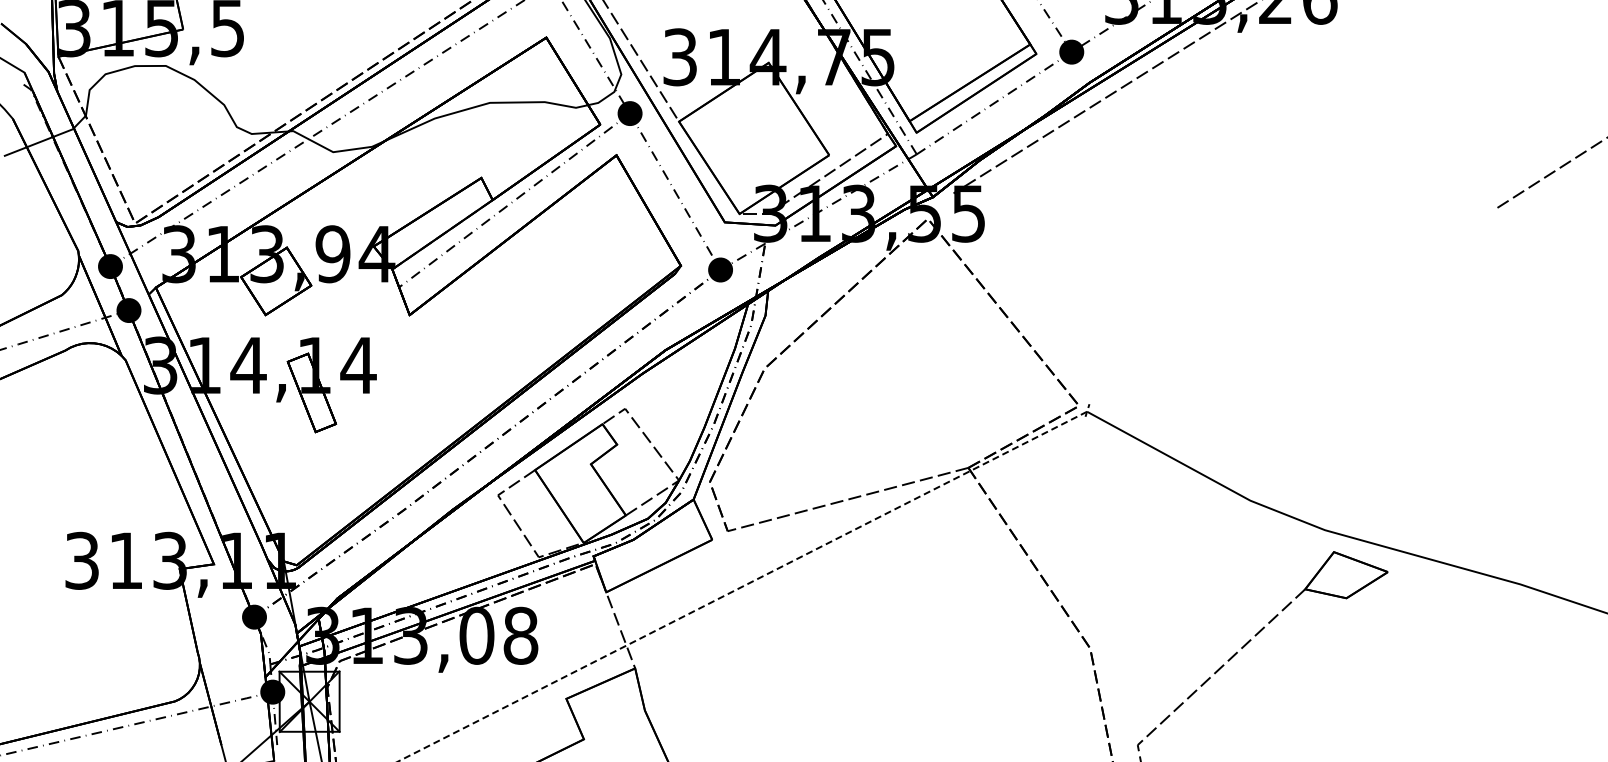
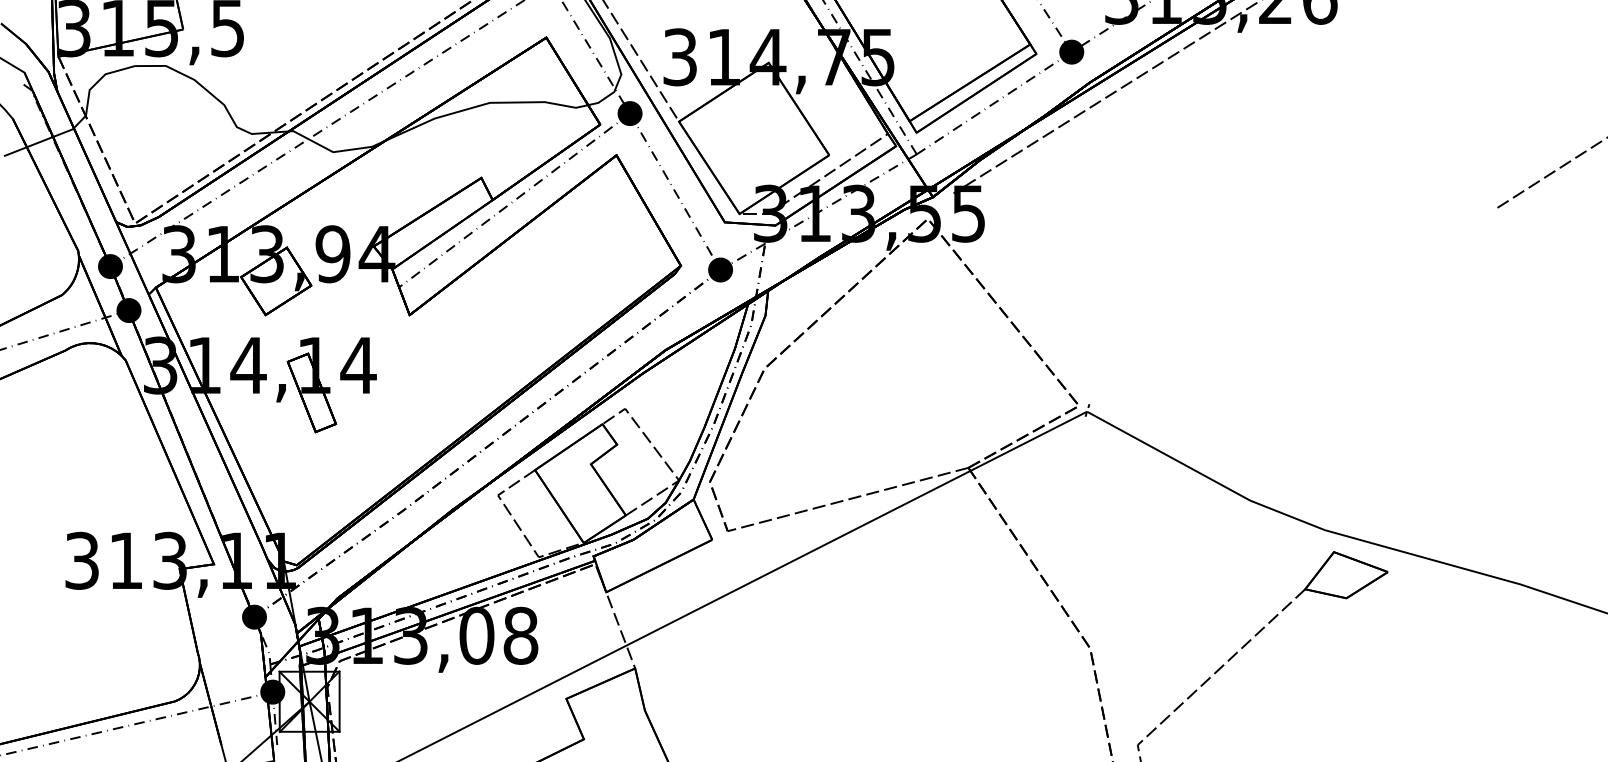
line at (742, 586): dashed -> solid
